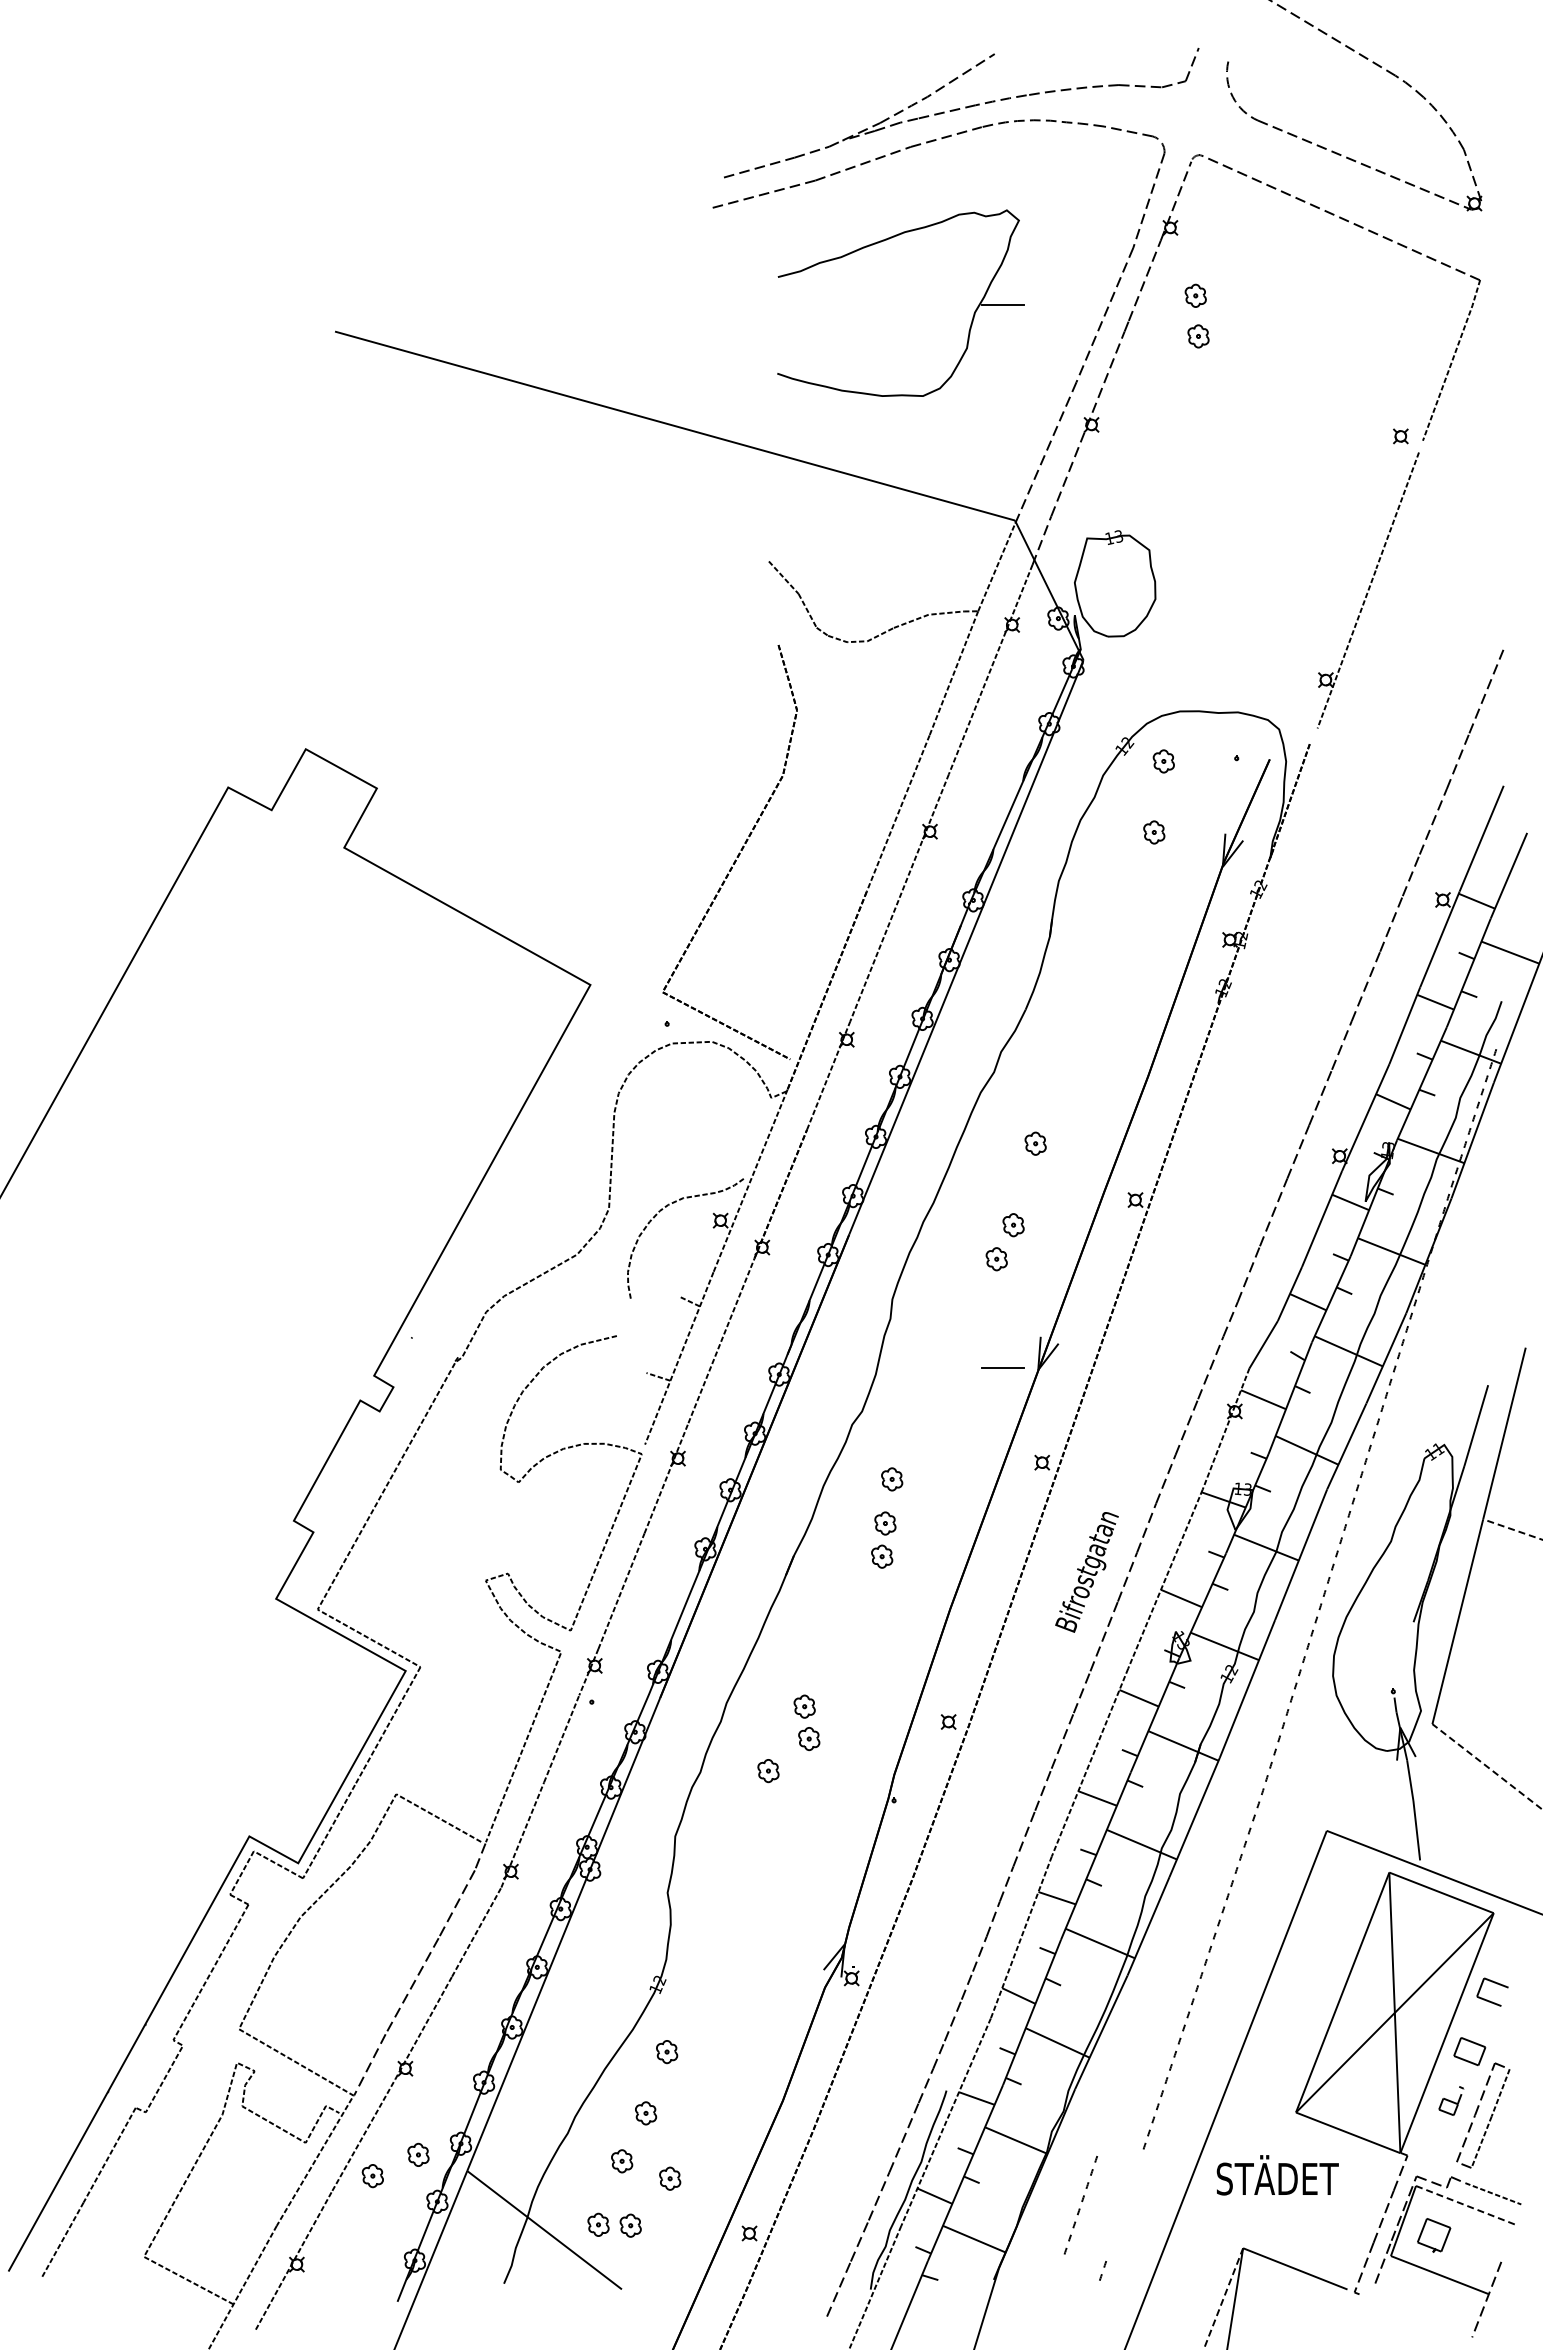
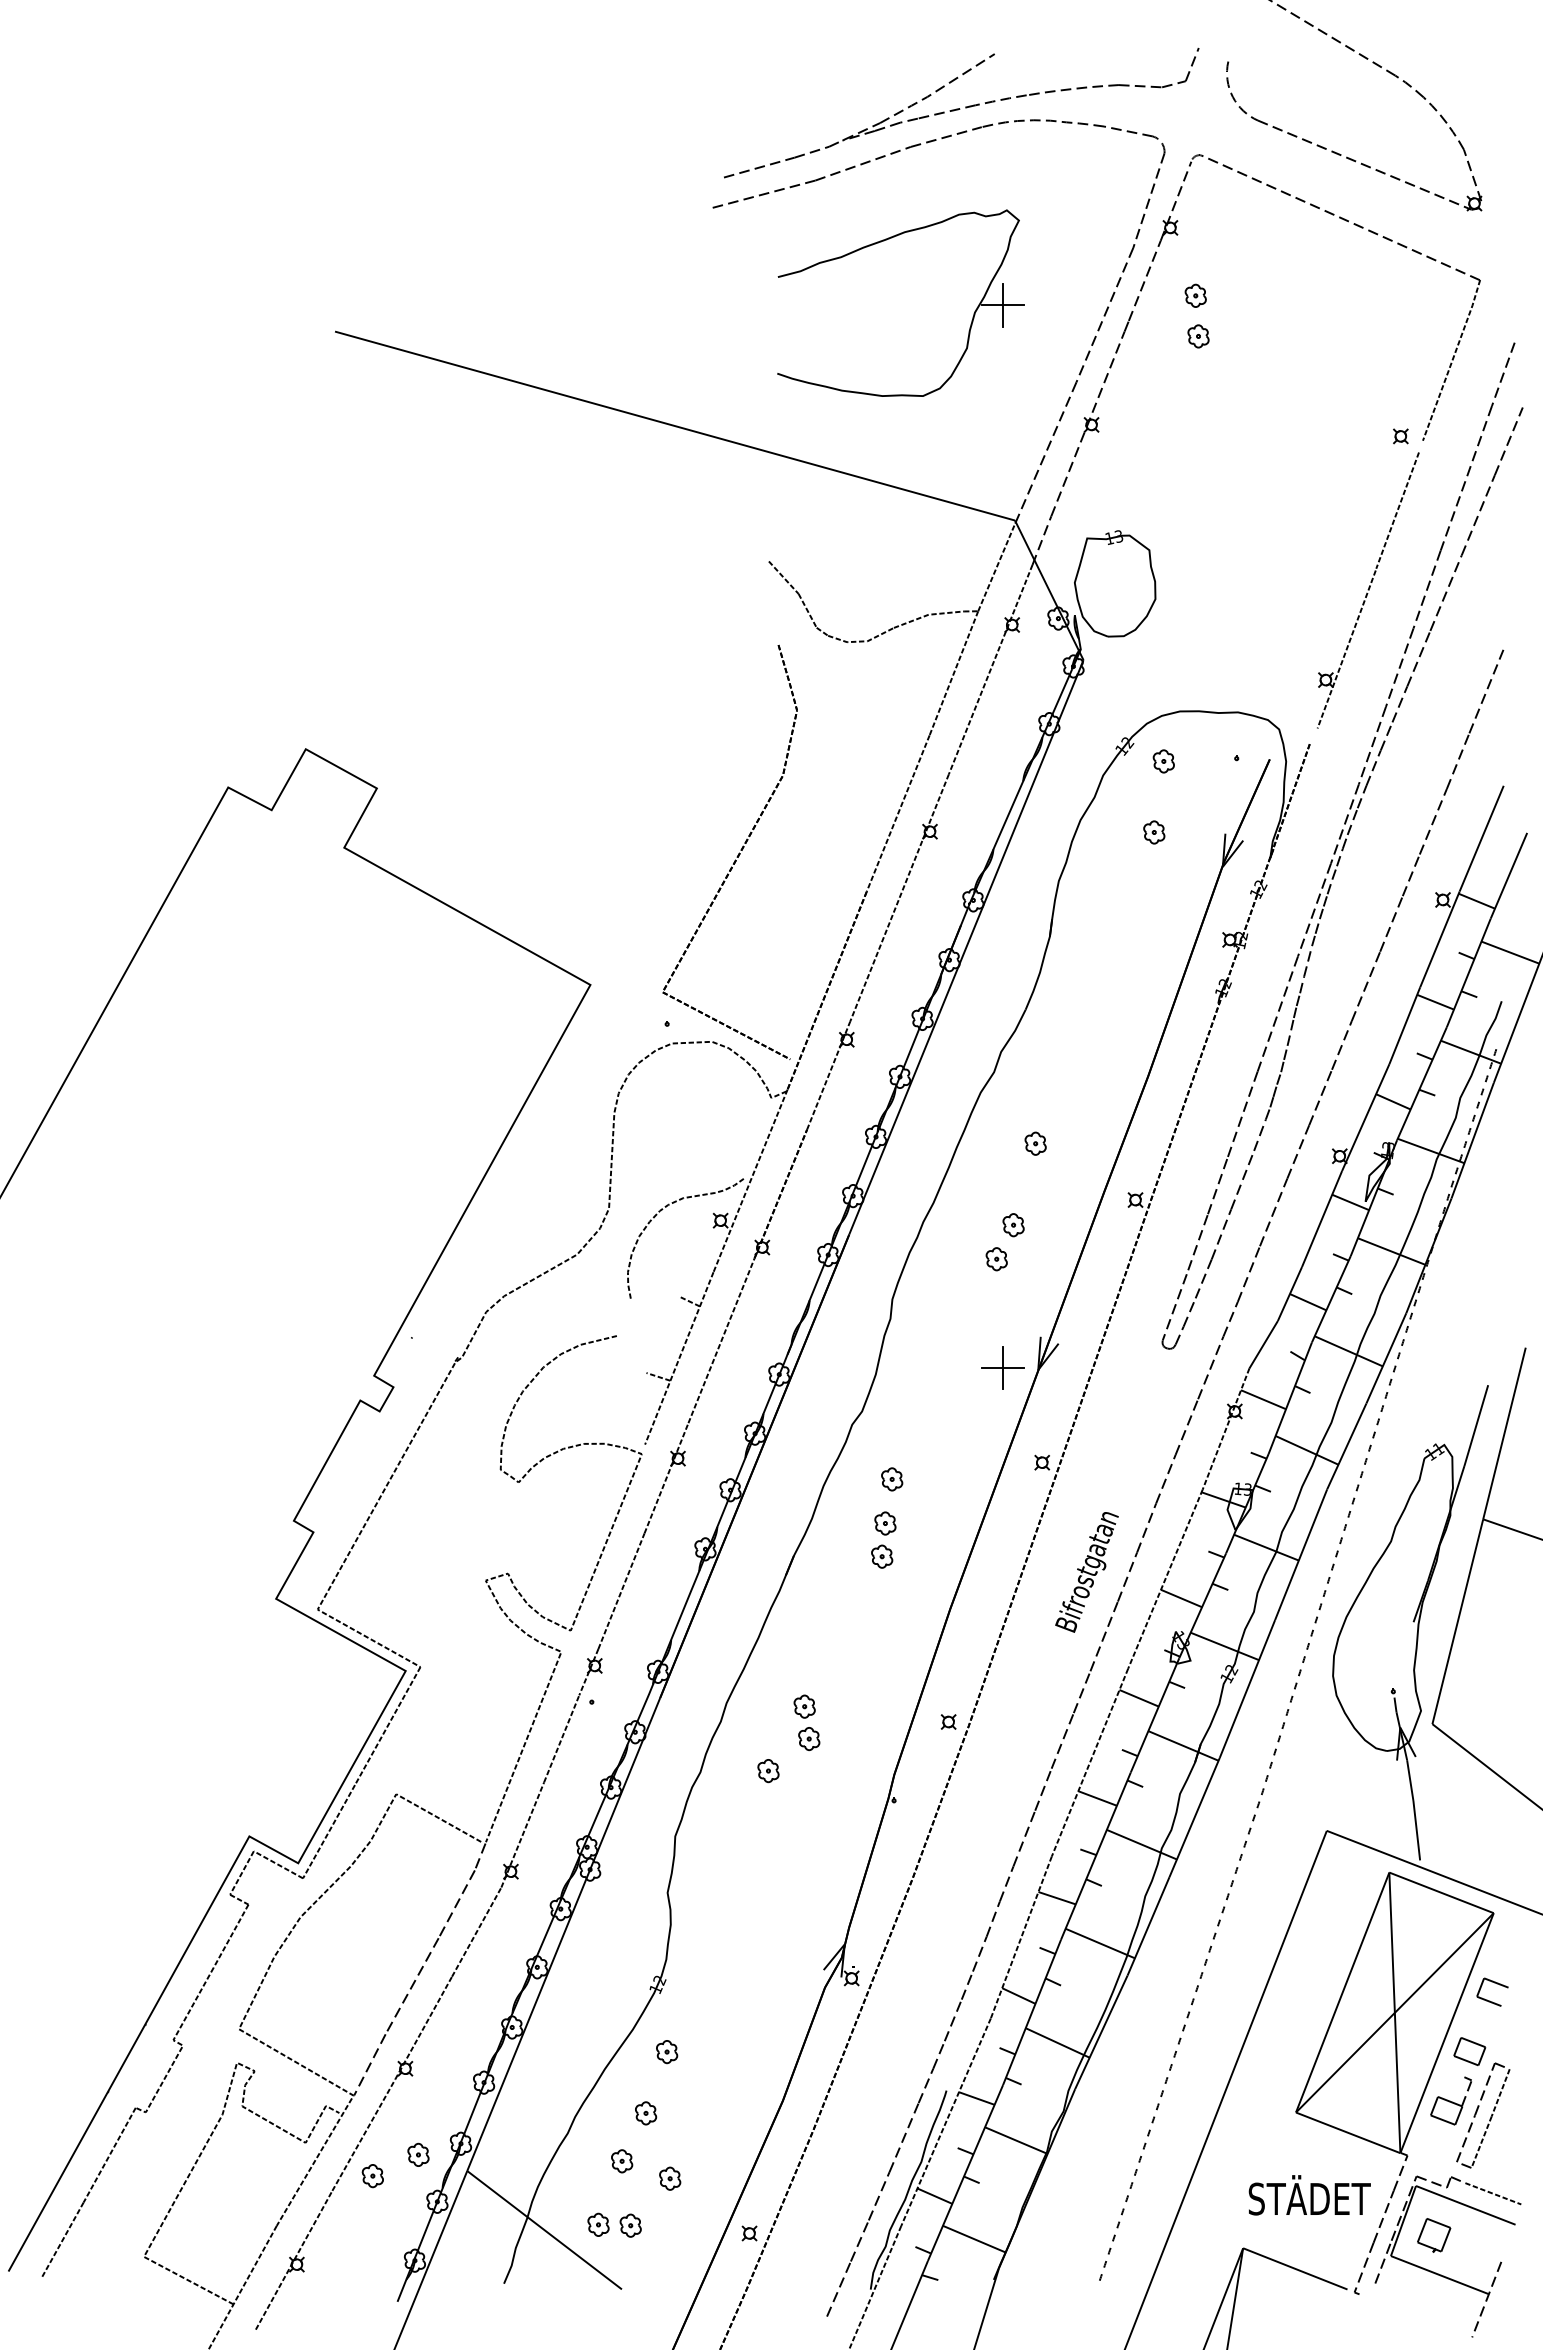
line at (1003, 305): none -> present
part at (1342, 845): none -> present
line at (1003, 1367): none -> present
line at (1512, 1529): dashed -> solid
line at (1487, 1767): dashed -> solid
part at (1451, 2100) size: 27x30 px -> 43x50 px
text at (1277, 2175) position: (1277, 2175) -> (1309, 2195)
part at (1080, 2205) position: (1080, 2205) -> (1124, 2205)
line at (1466, 2205): dashed -> solid
line at (1223, 2298): dashed -> solid
